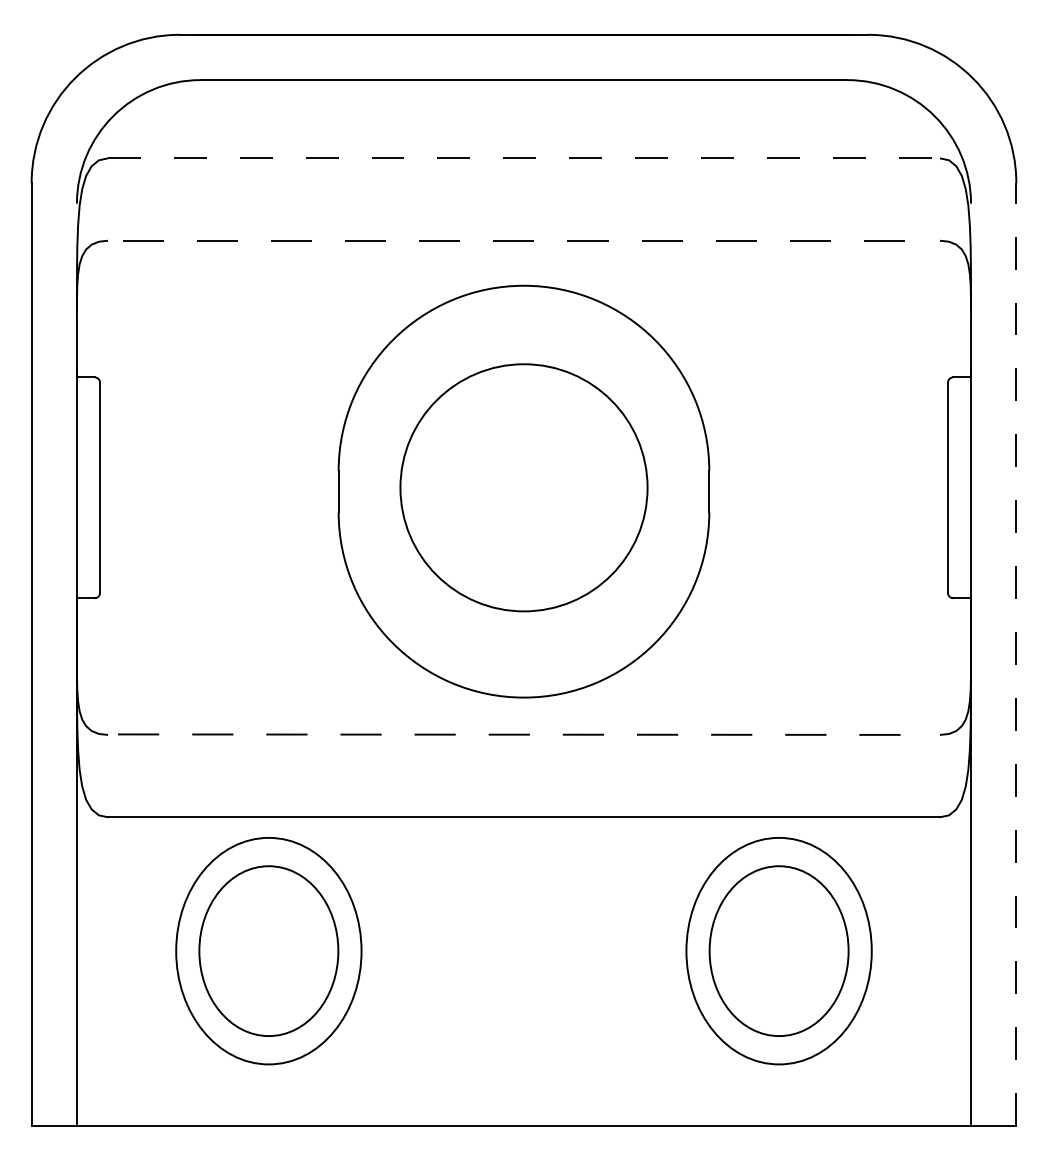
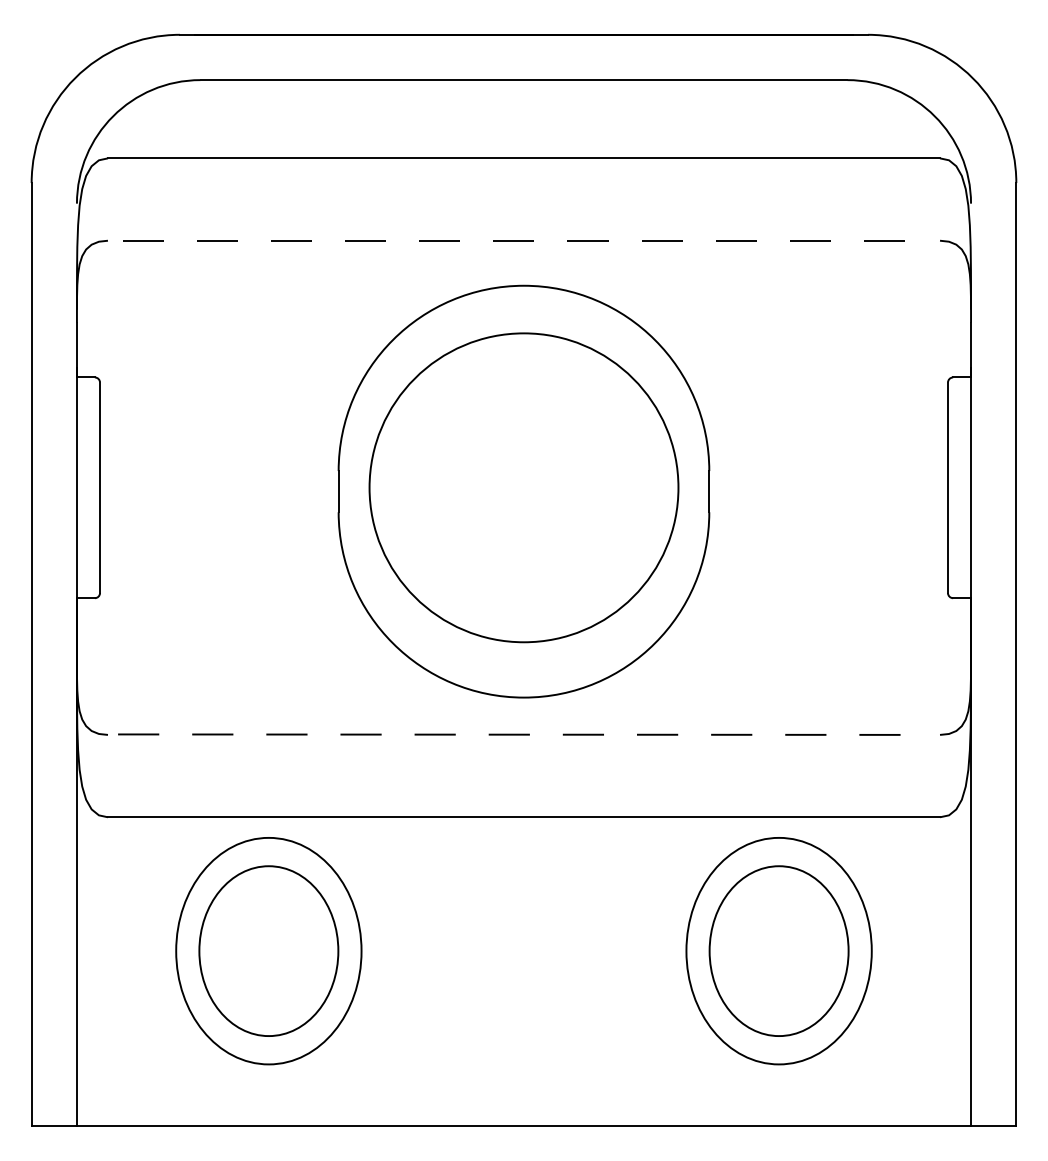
line at (524, 158): dashed -> solid
circle at (523, 487) diameter: 247 px -> 309 px
line at (1016, 654): dashed -> solid
